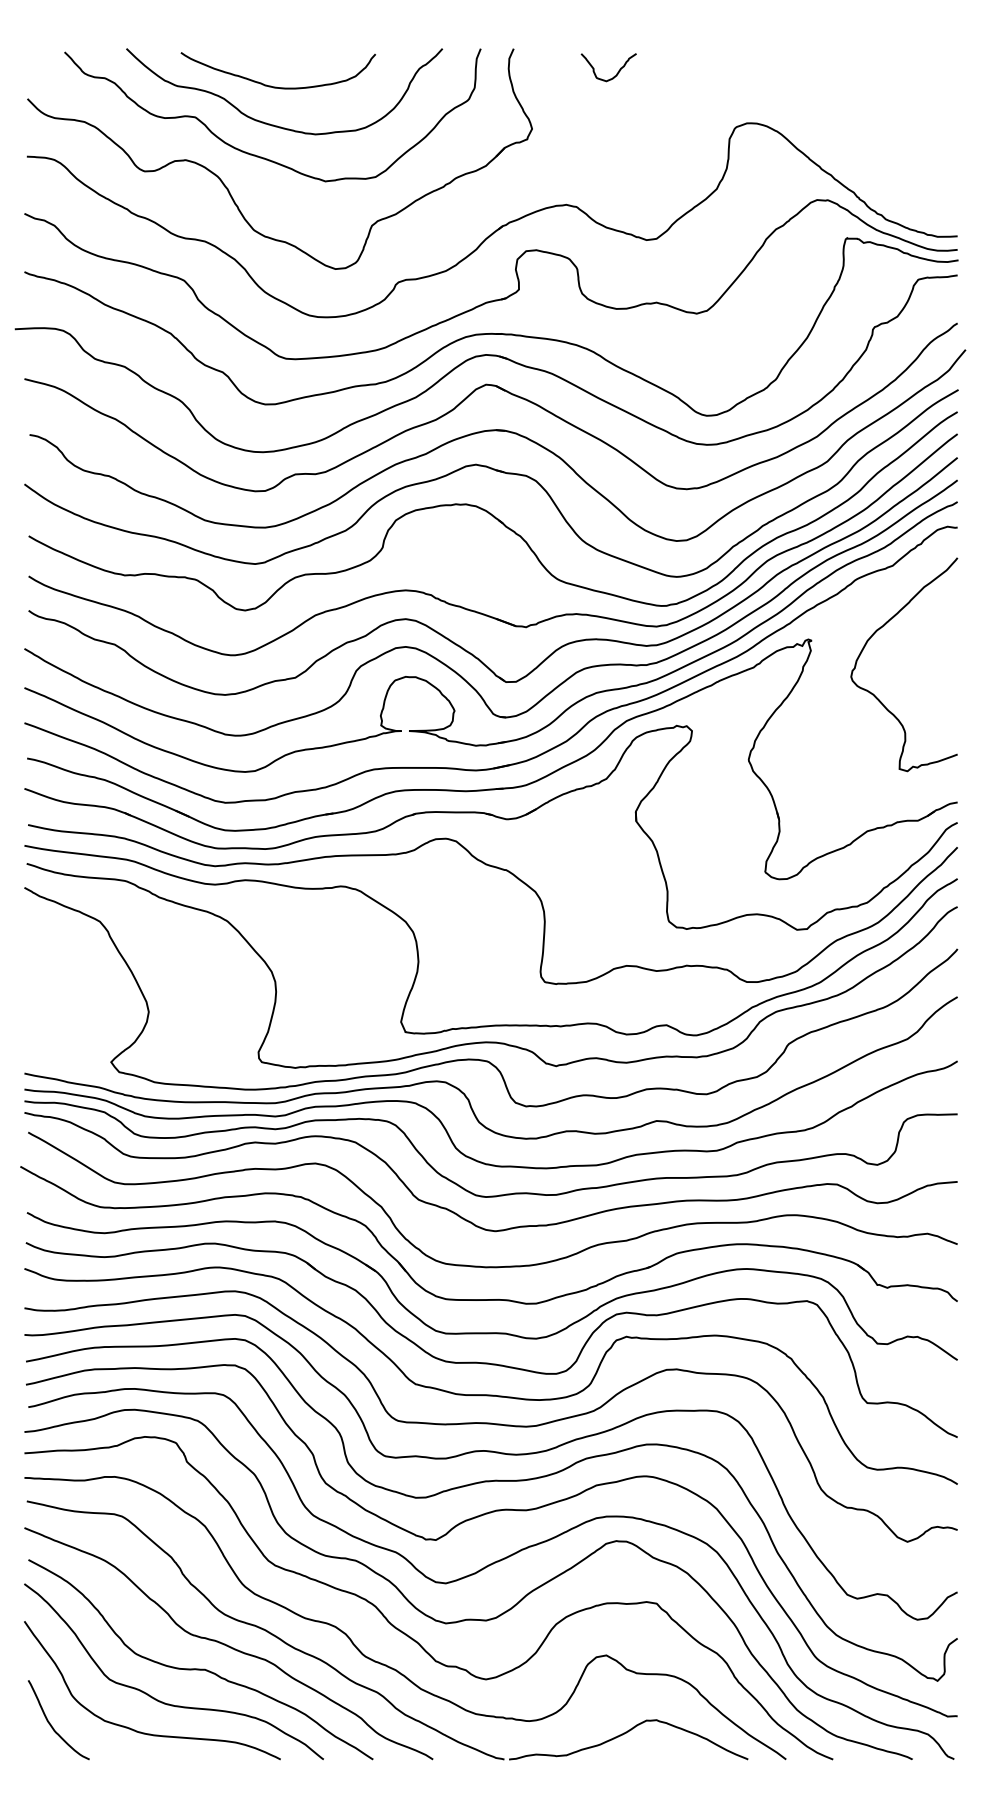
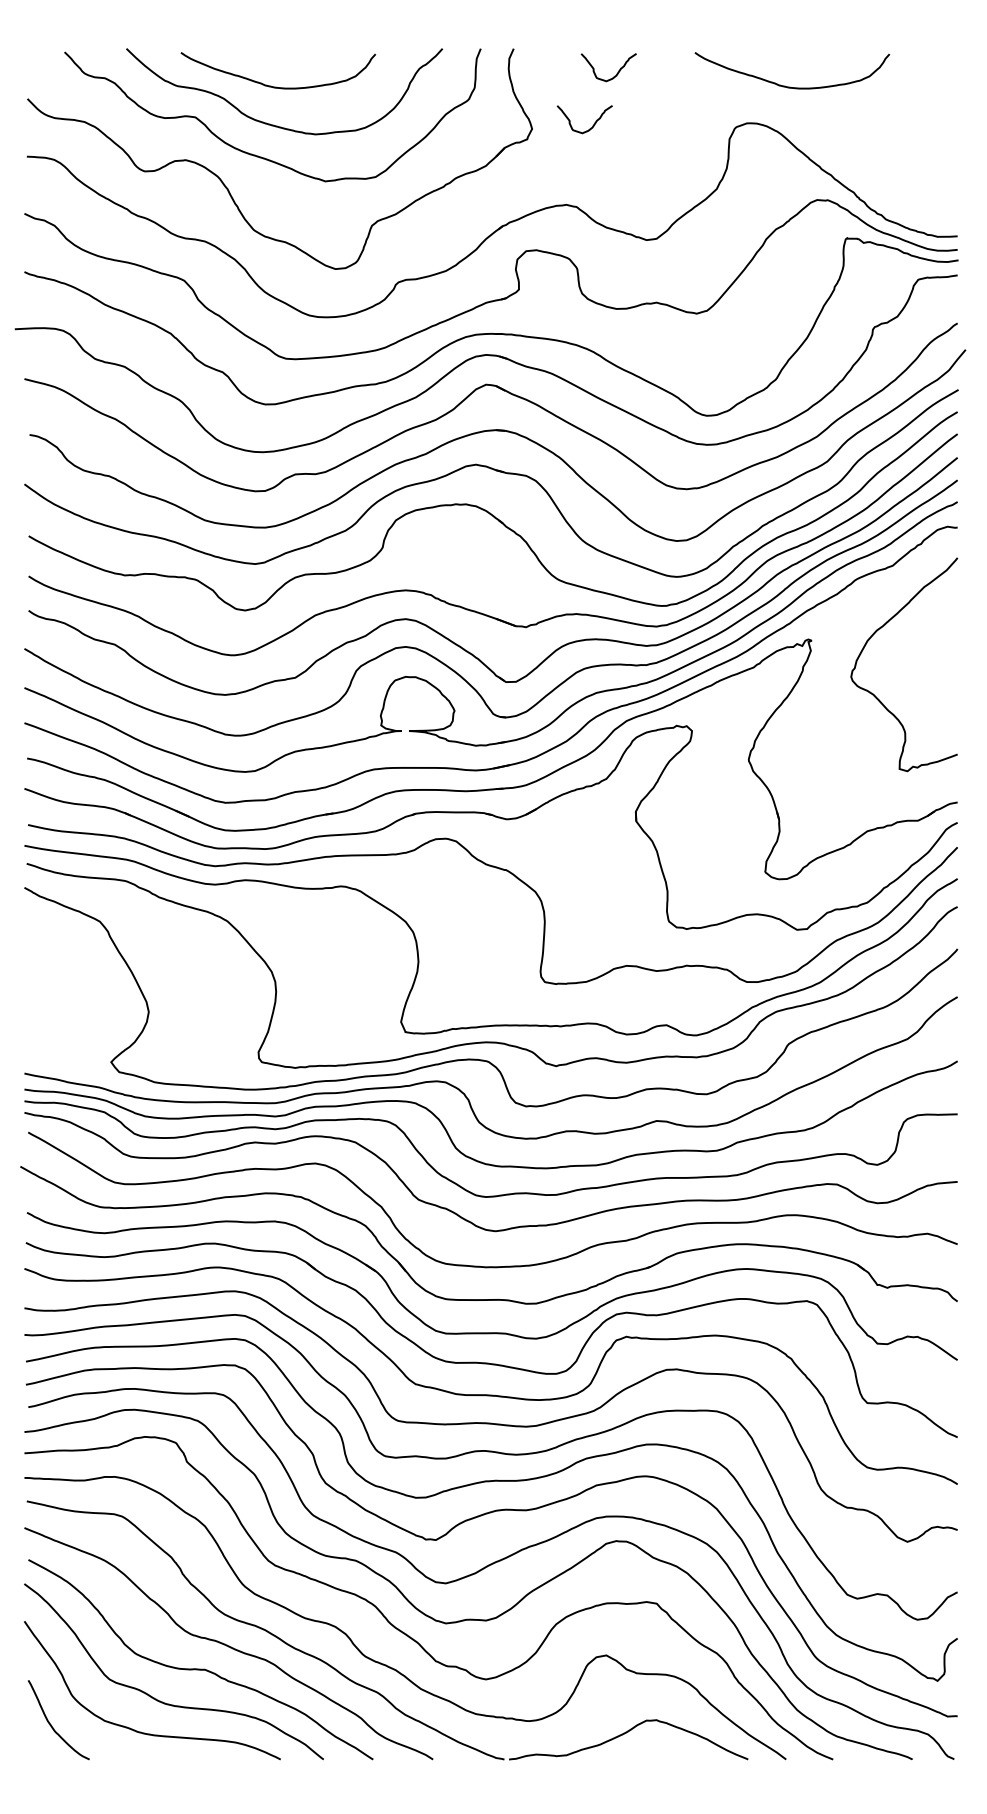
curve at (790, 86): none -> present
curve at (592, 125): none -> present
